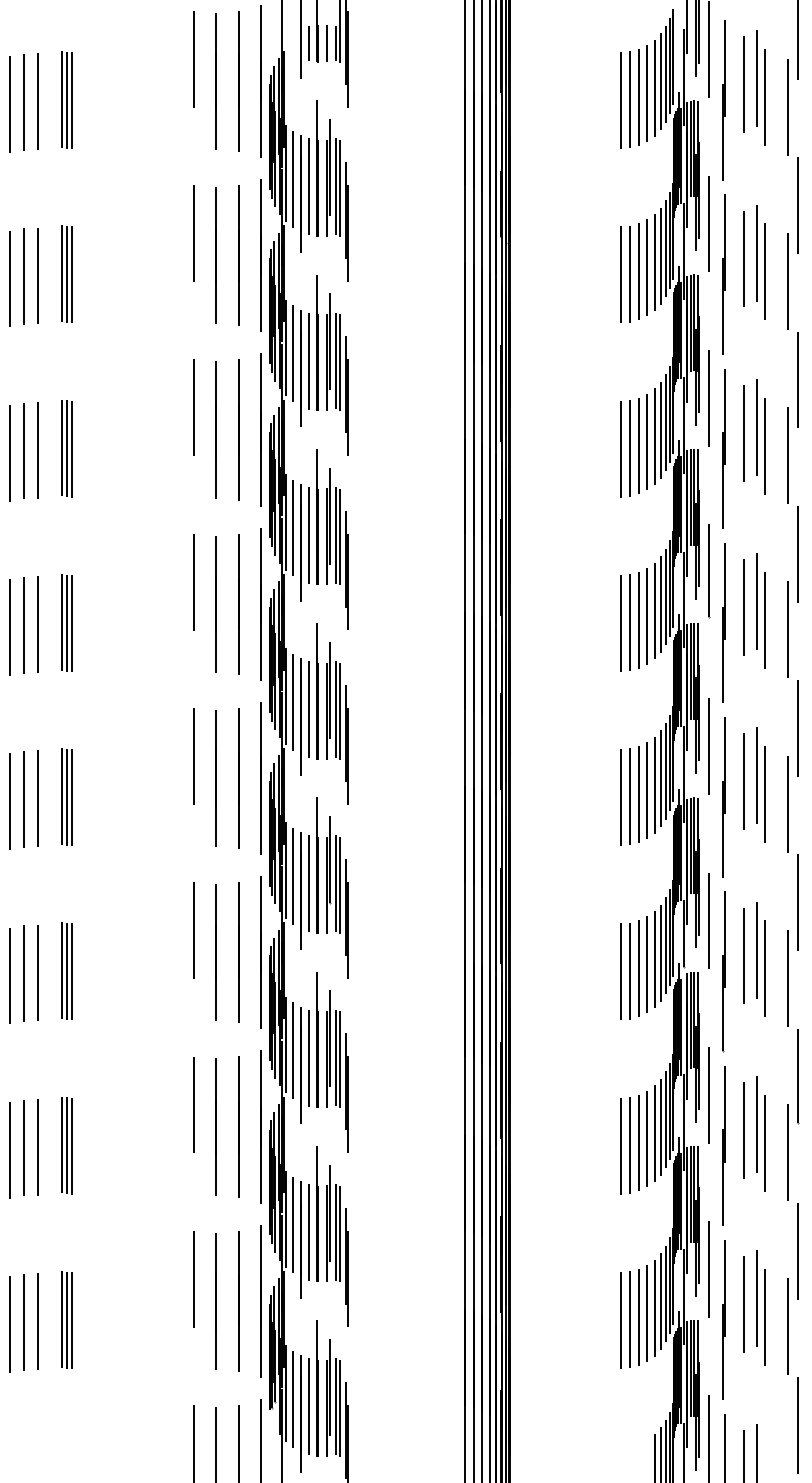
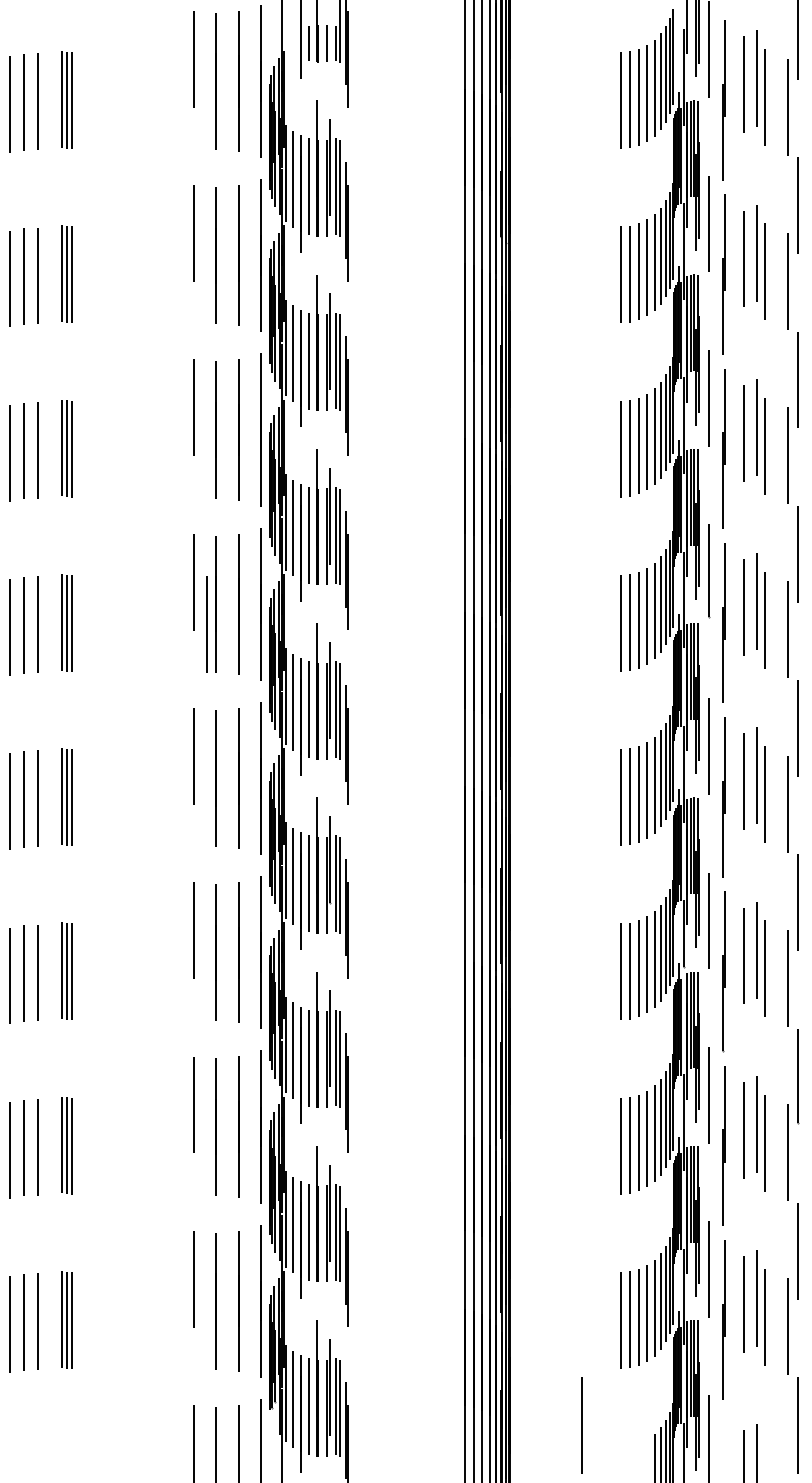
line at (206, 624): none -> present
line at (581, 1425): none -> present
line at (725, 1446): present -> none
